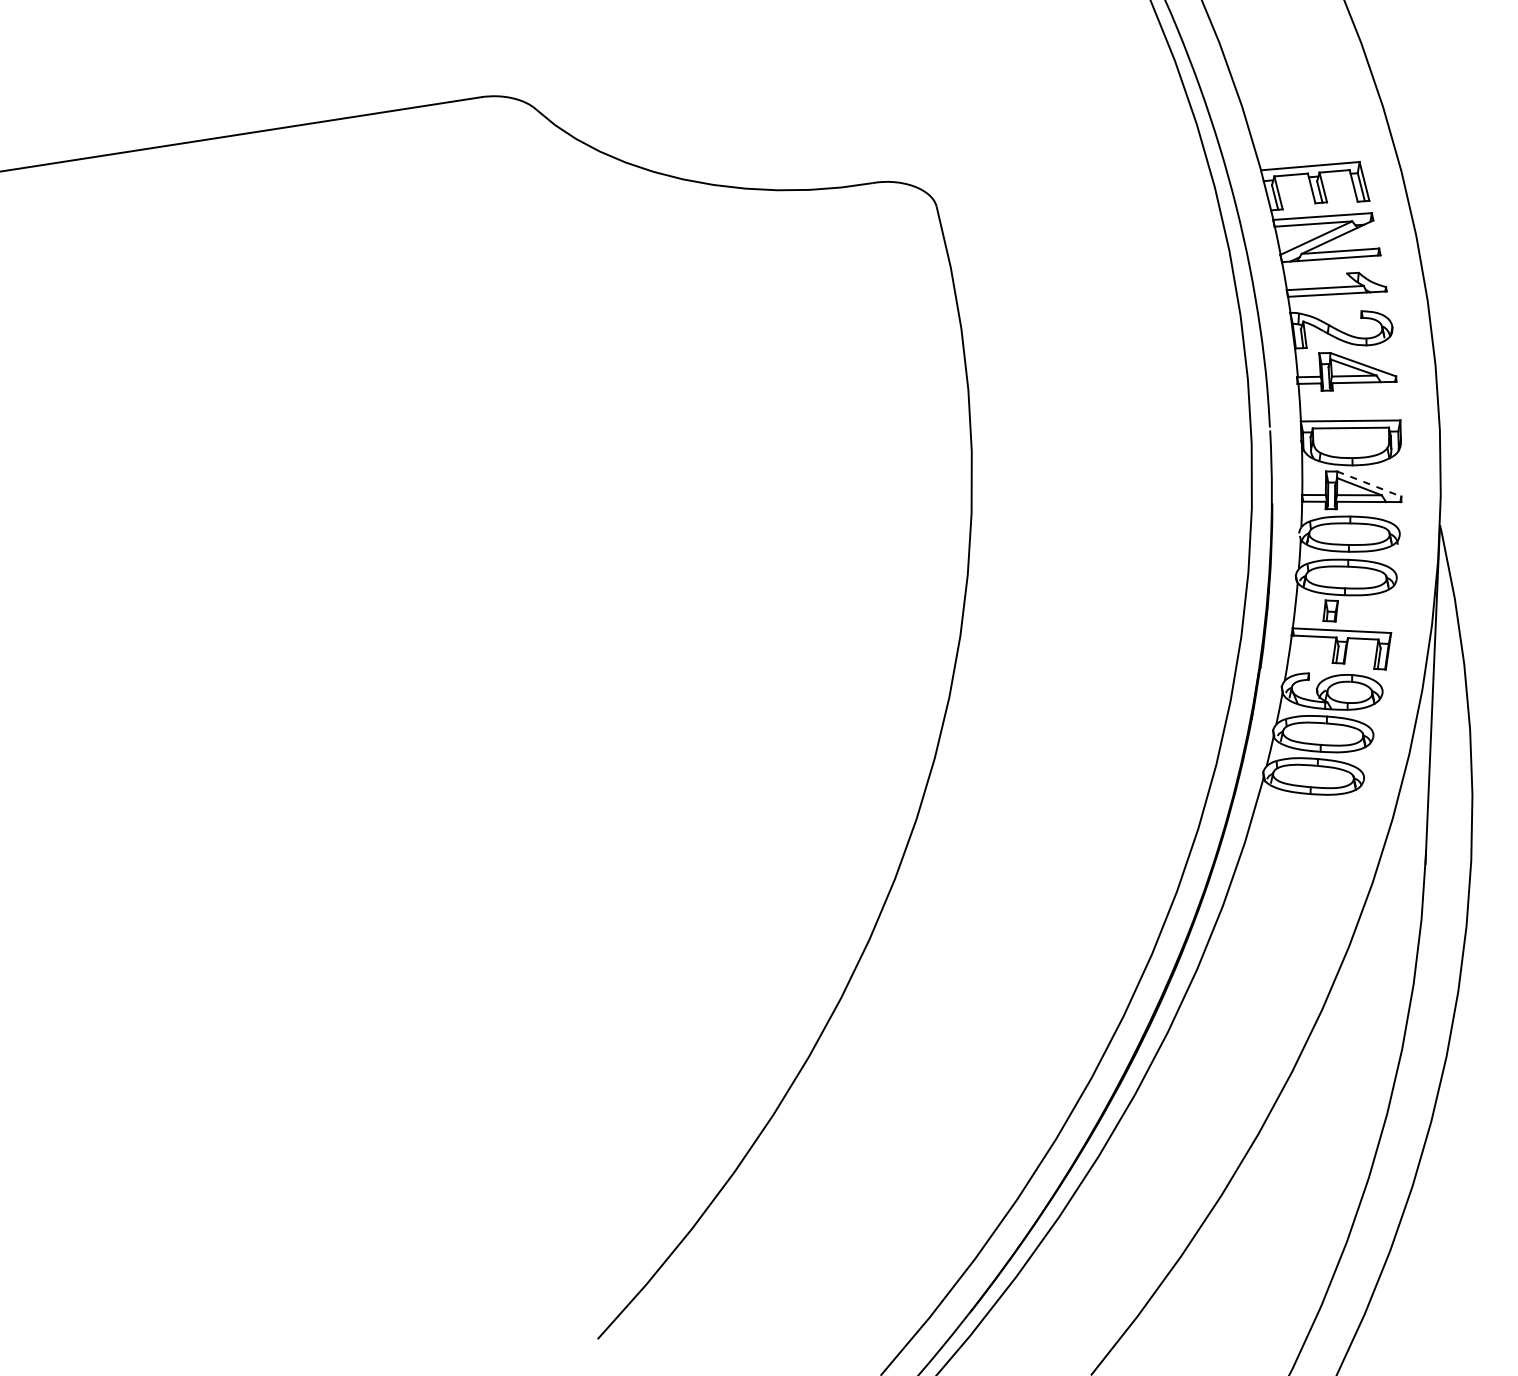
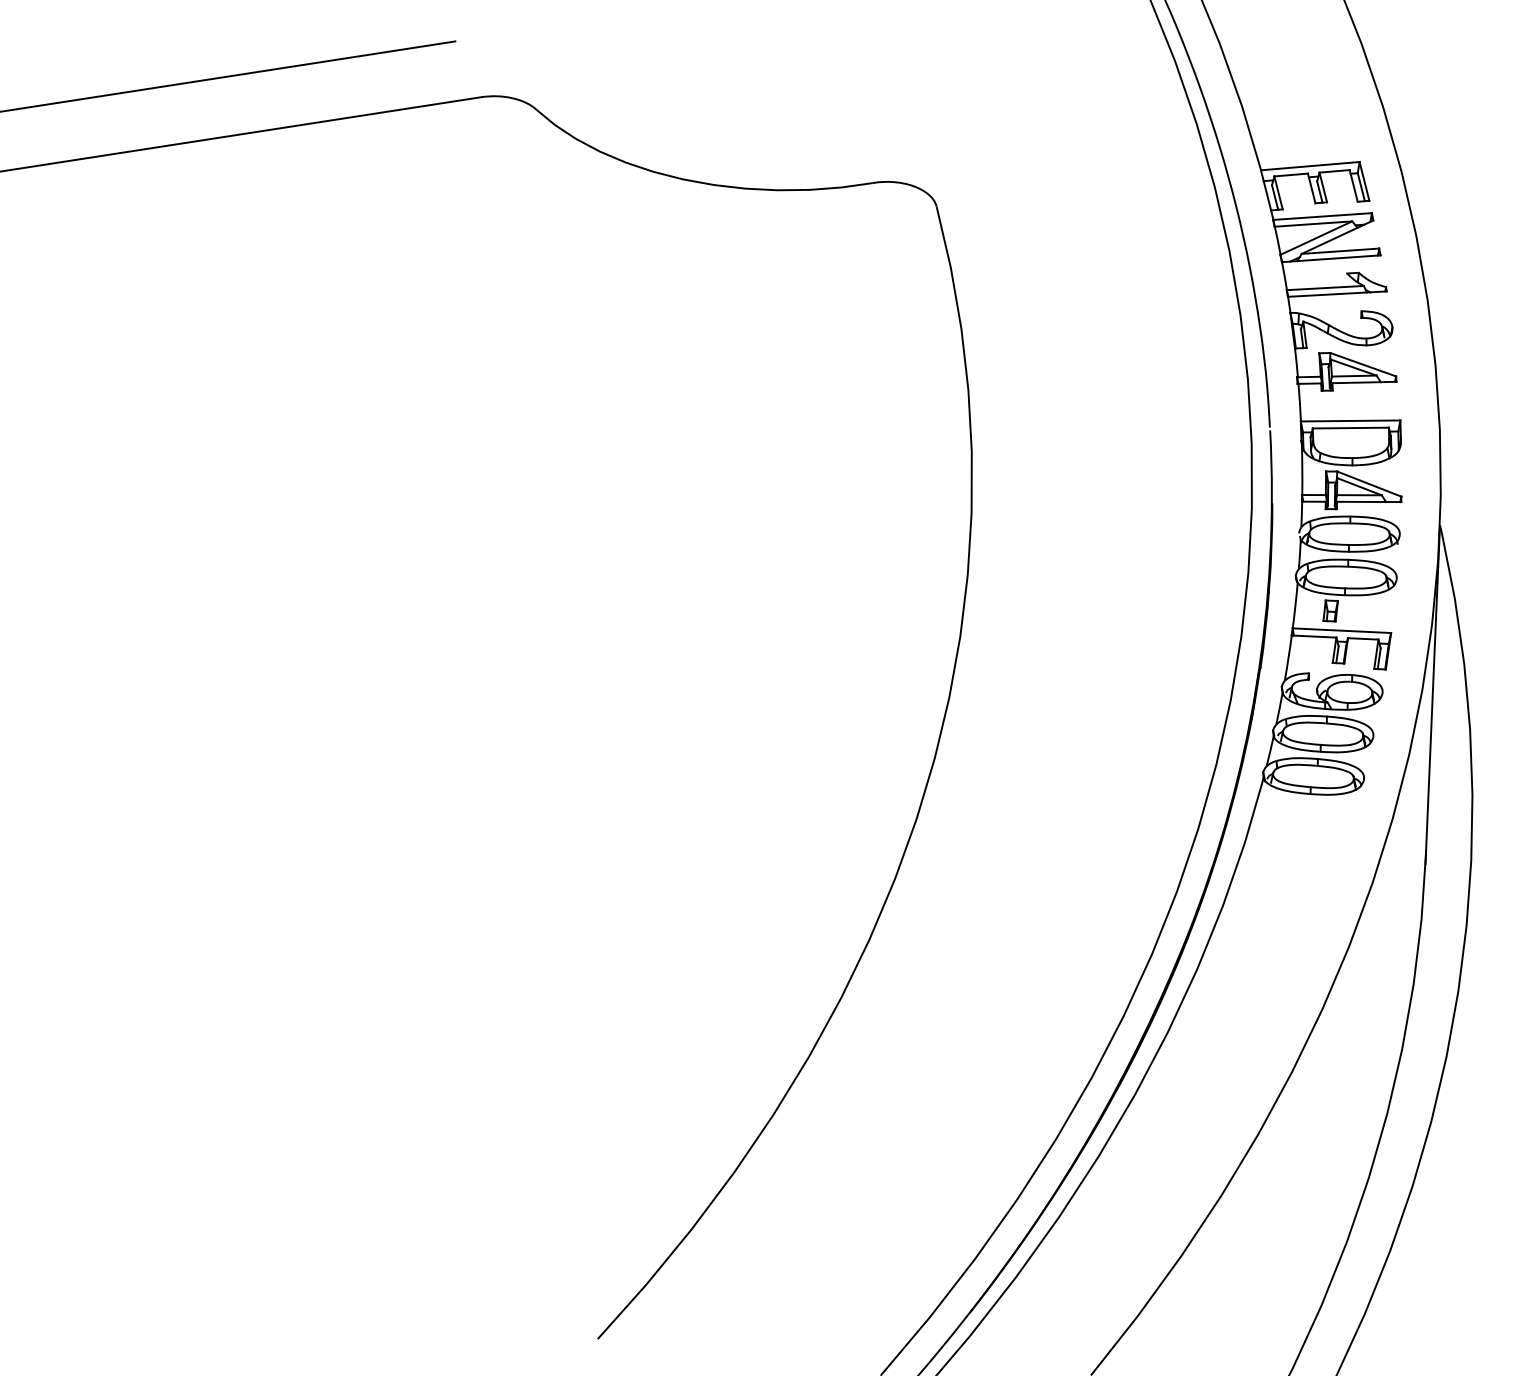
line at (228, 76): none -> present
line at (1369, 484): dashed -> solid
